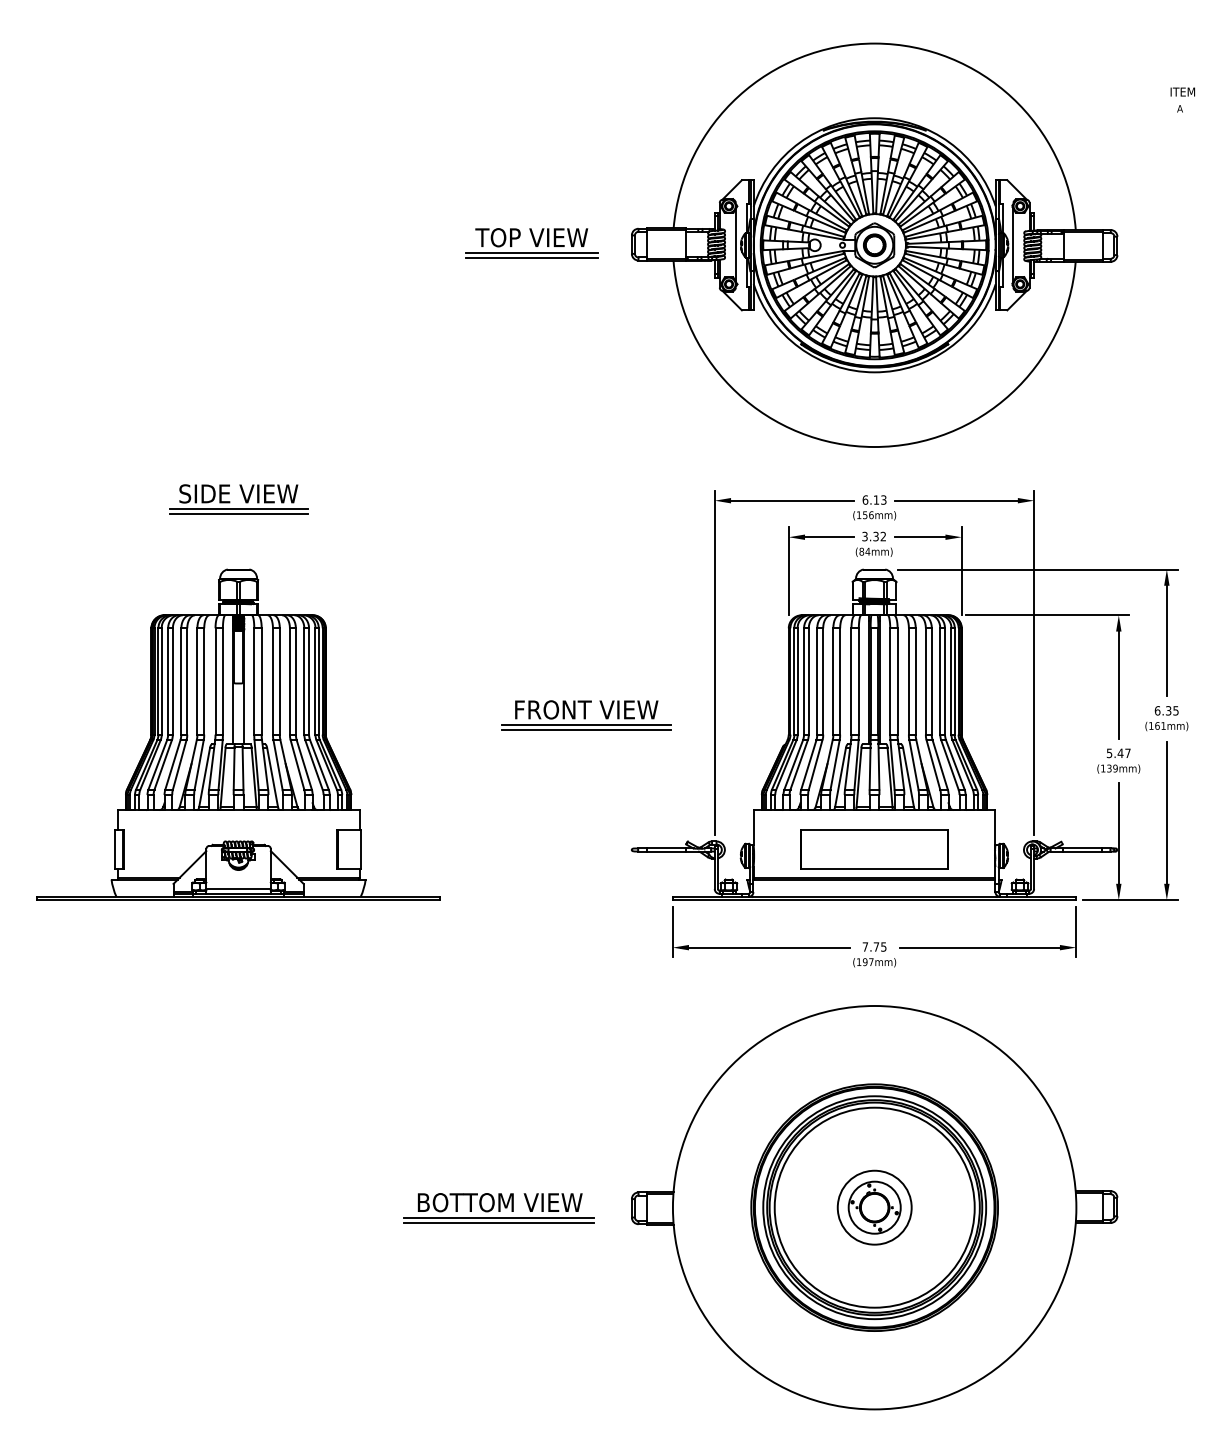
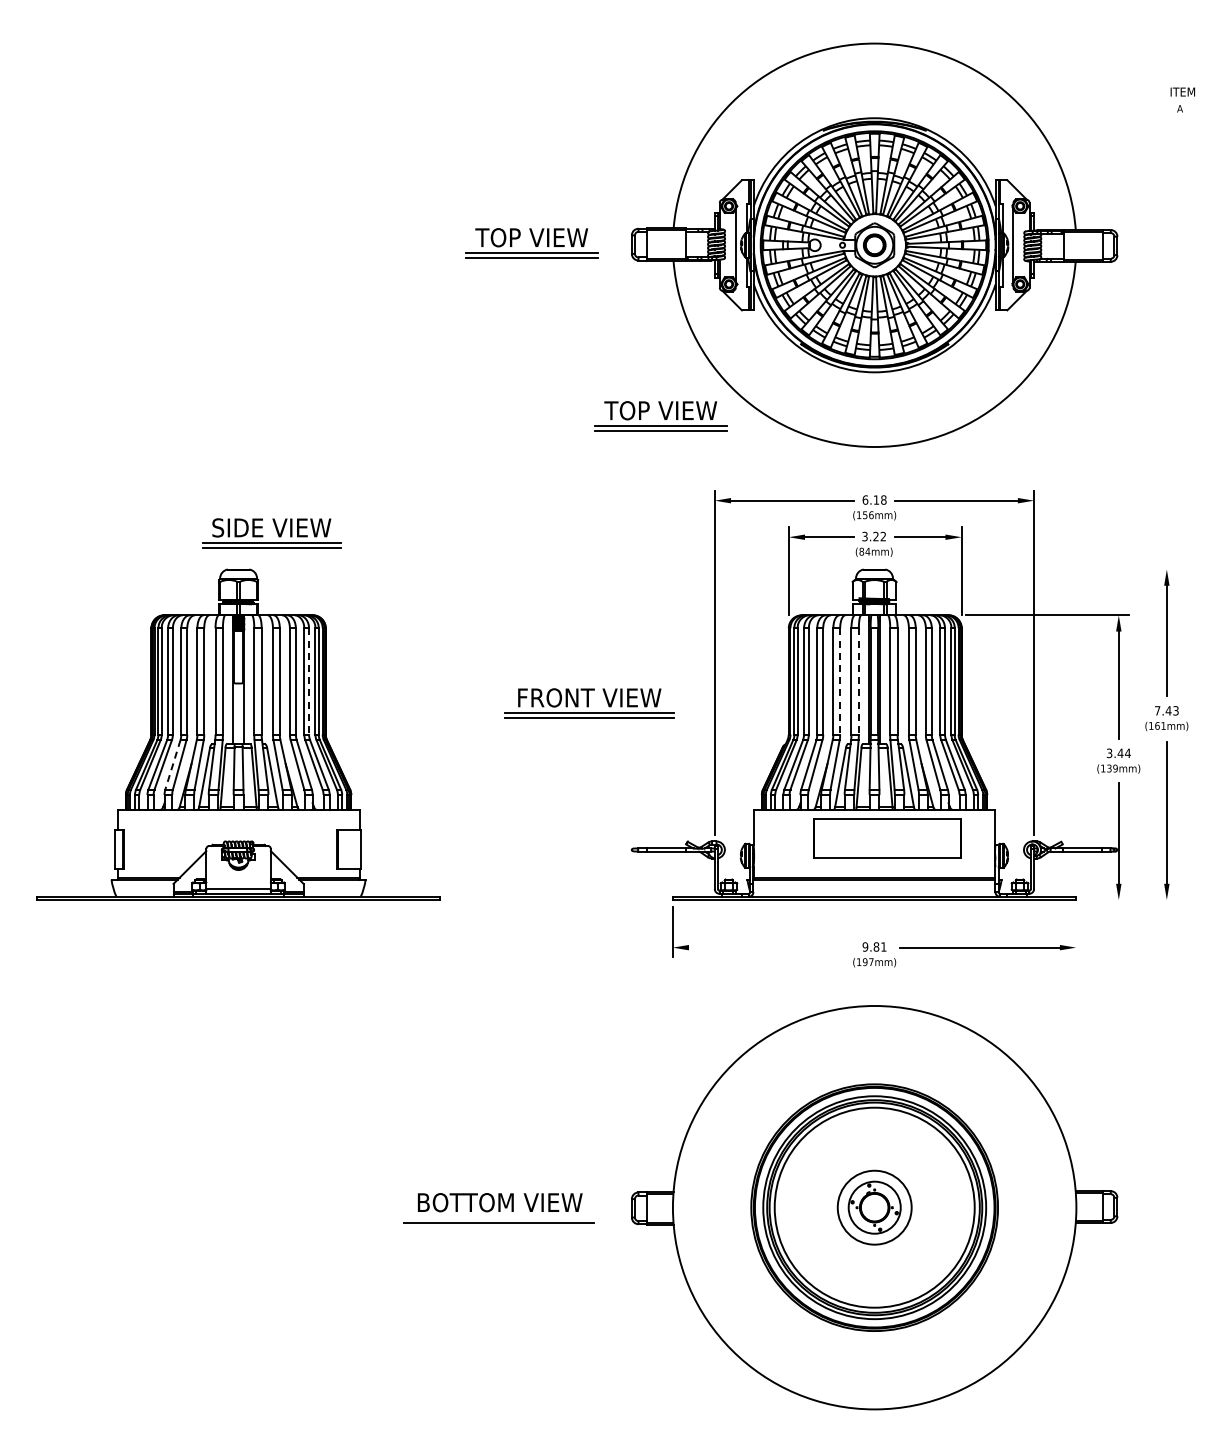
part at (660, 416): none -> present
part at (238, 499) position: (238, 499) -> (271, 533)
text at (883, 499): 6.13 -> 6.18
text at (875, 536): 3.32 -> 3.22
line at (1037, 569): present -> none
line at (309, 681): solid -> dashed
line at (840, 681): solid -> dashed
line at (858, 681): solid -> dashed
text at (1166, 710): 6.35 -> 7.43
part at (586, 715) position: (586, 715) -> (589, 703)
text at (1118, 752): 5.47 -> 3.44
line at (172, 764): solid -> dashed
part at (874, 849) position: (874, 849) -> (887, 838)
line at (1130, 900): present -> none
line at (1076, 932): present -> none
text at (874, 946): 7.75 -> 9.81
line at (765, 947): present -> none
line at (499, 1218): present -> none
